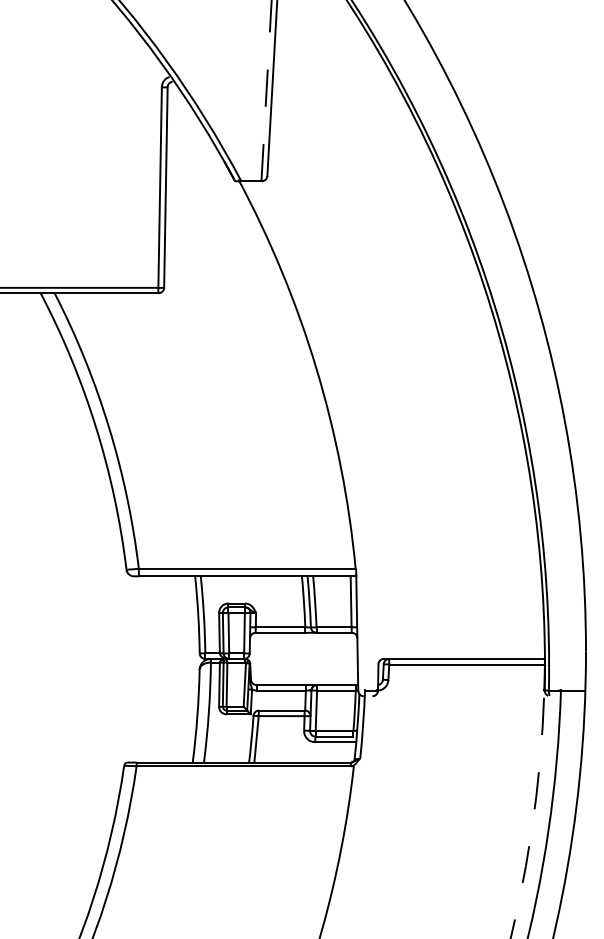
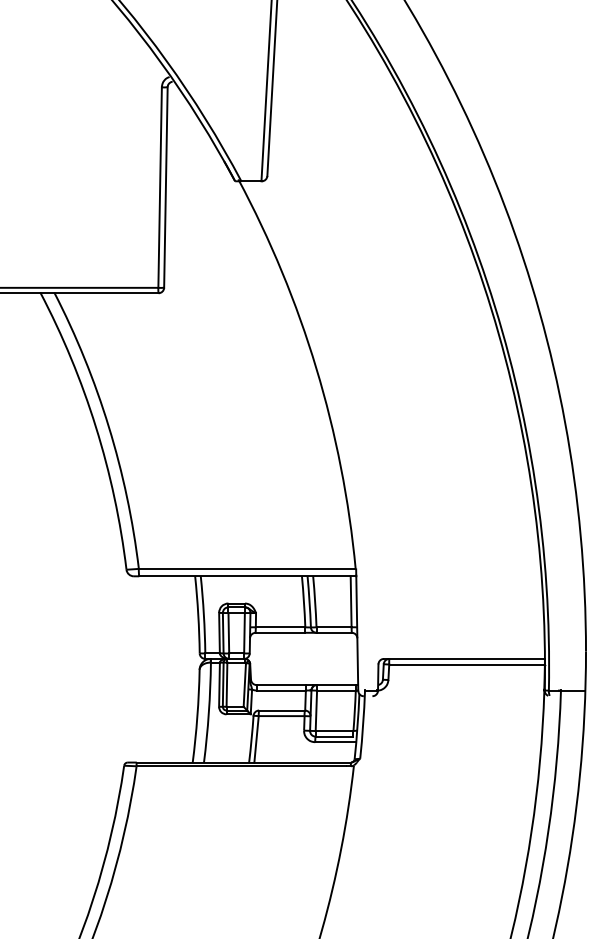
line at (266, 90): dashed -> solid
arc at (533, 816): dashed -> solid
